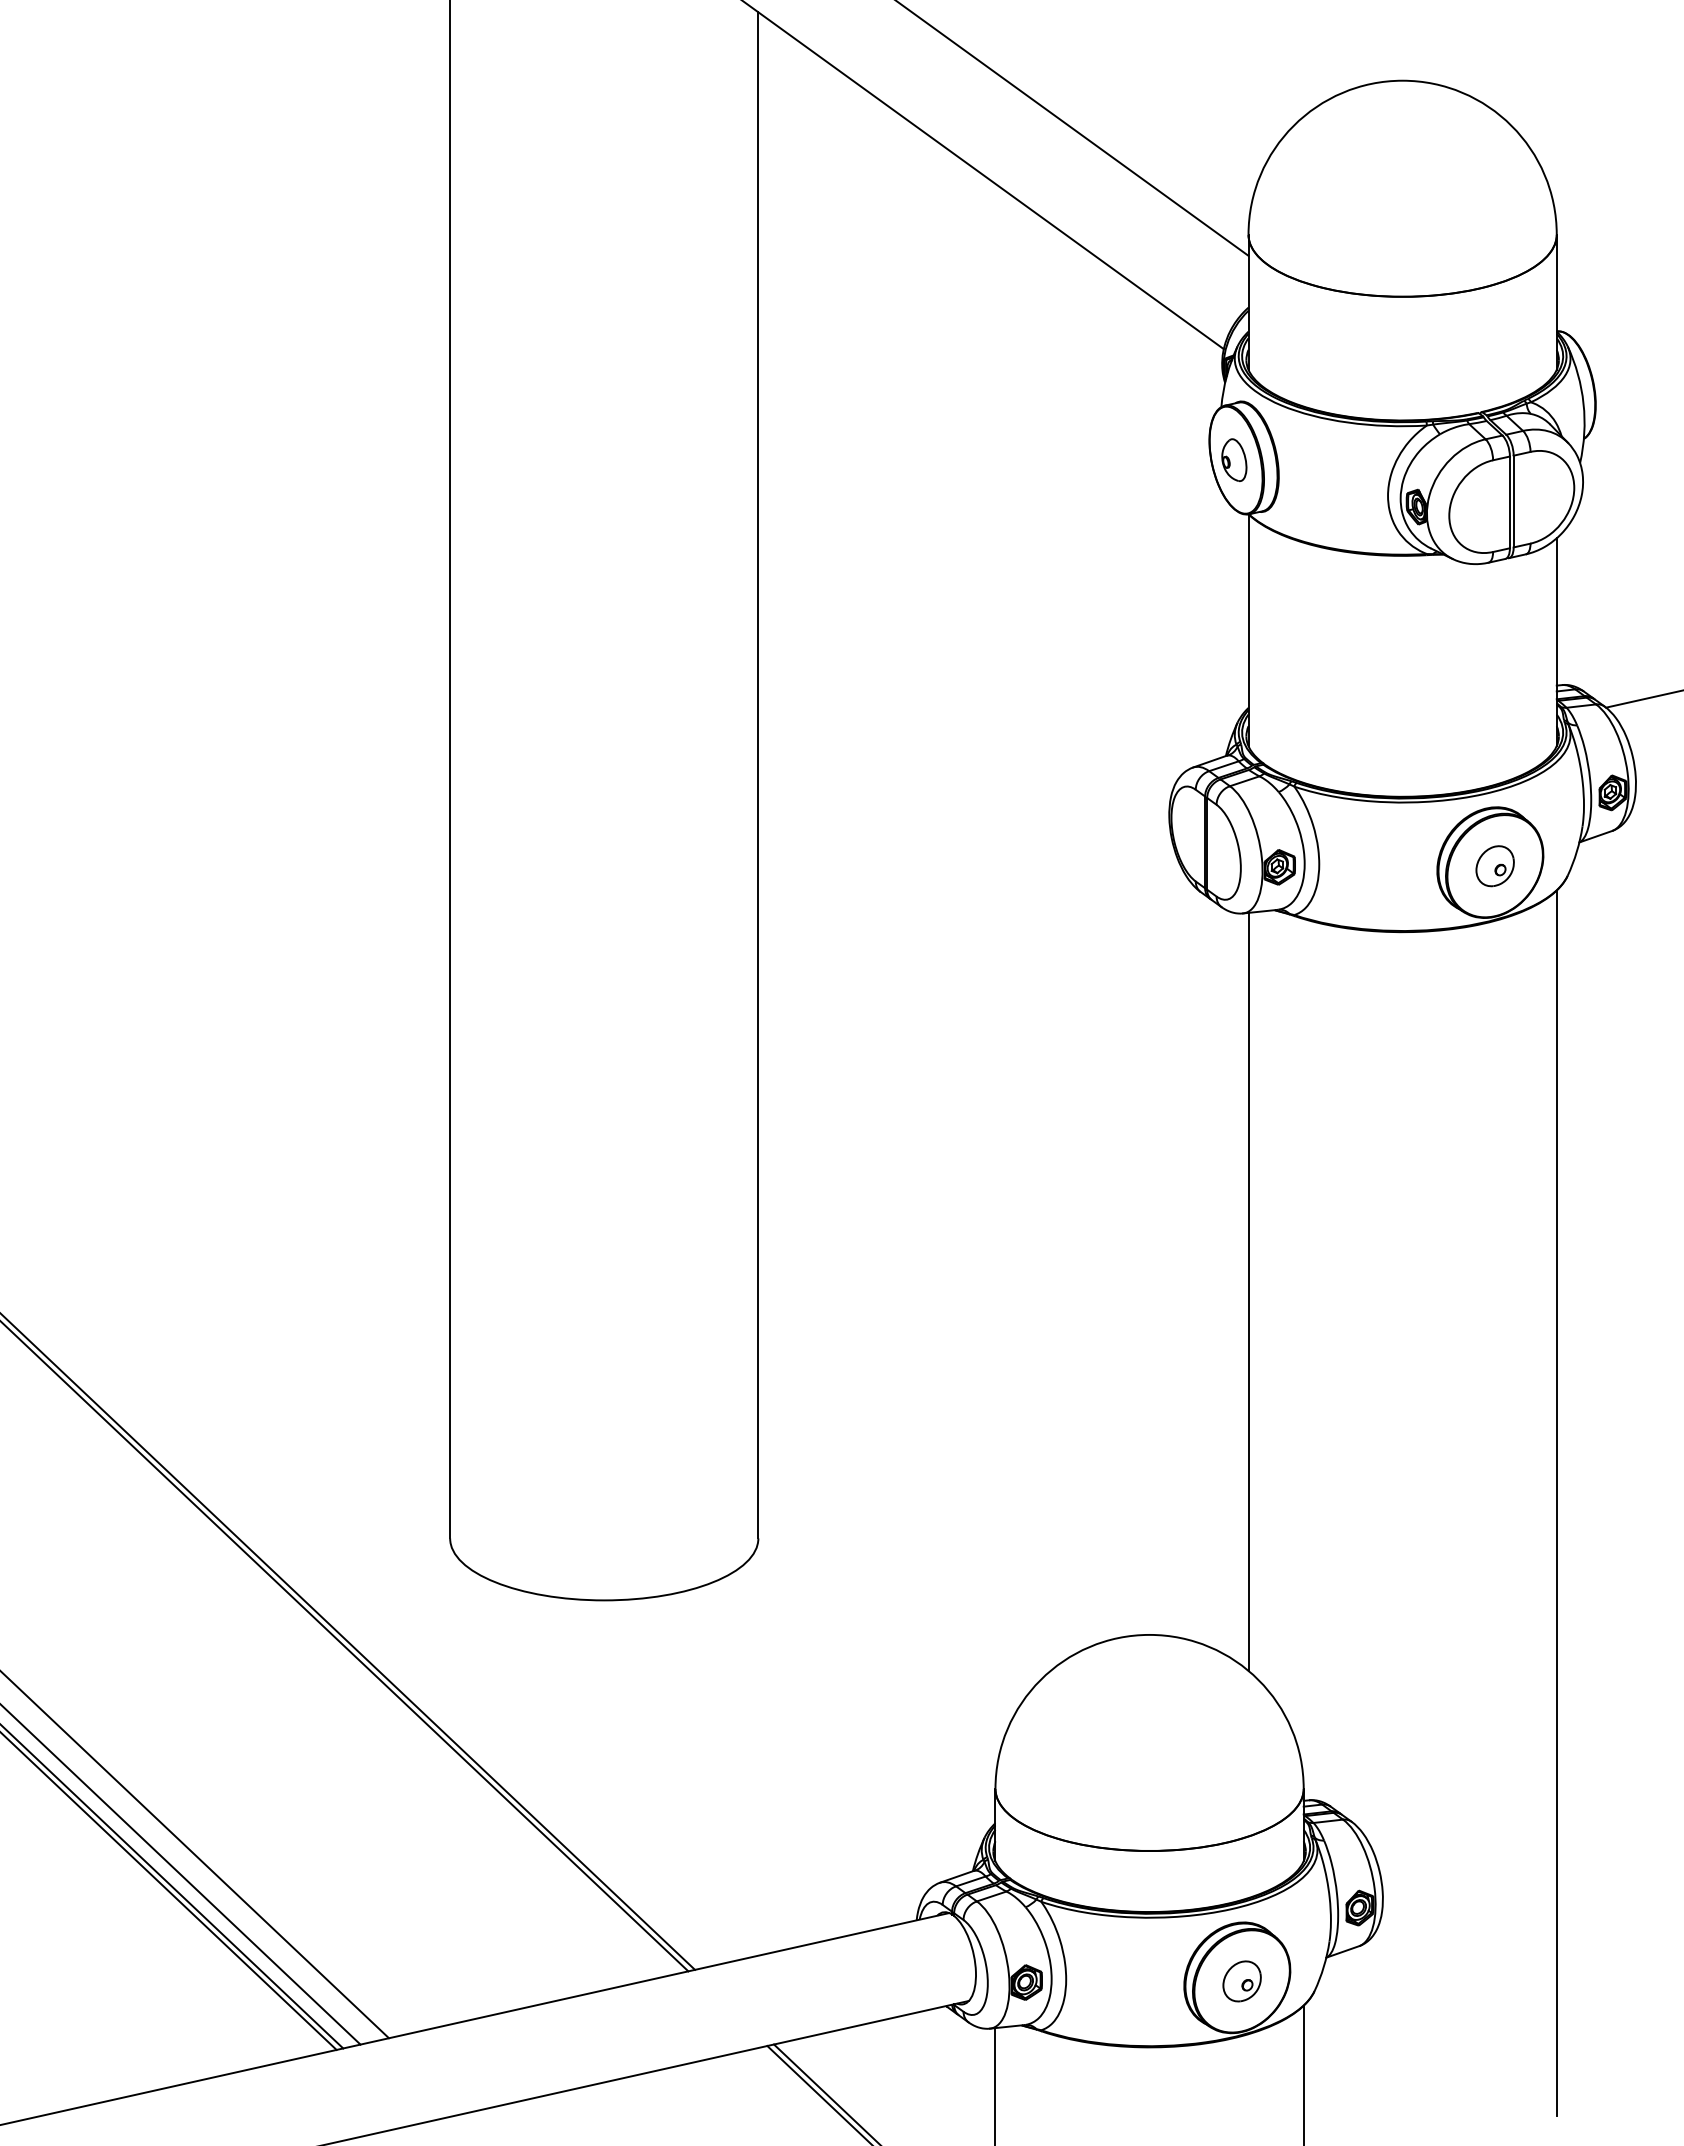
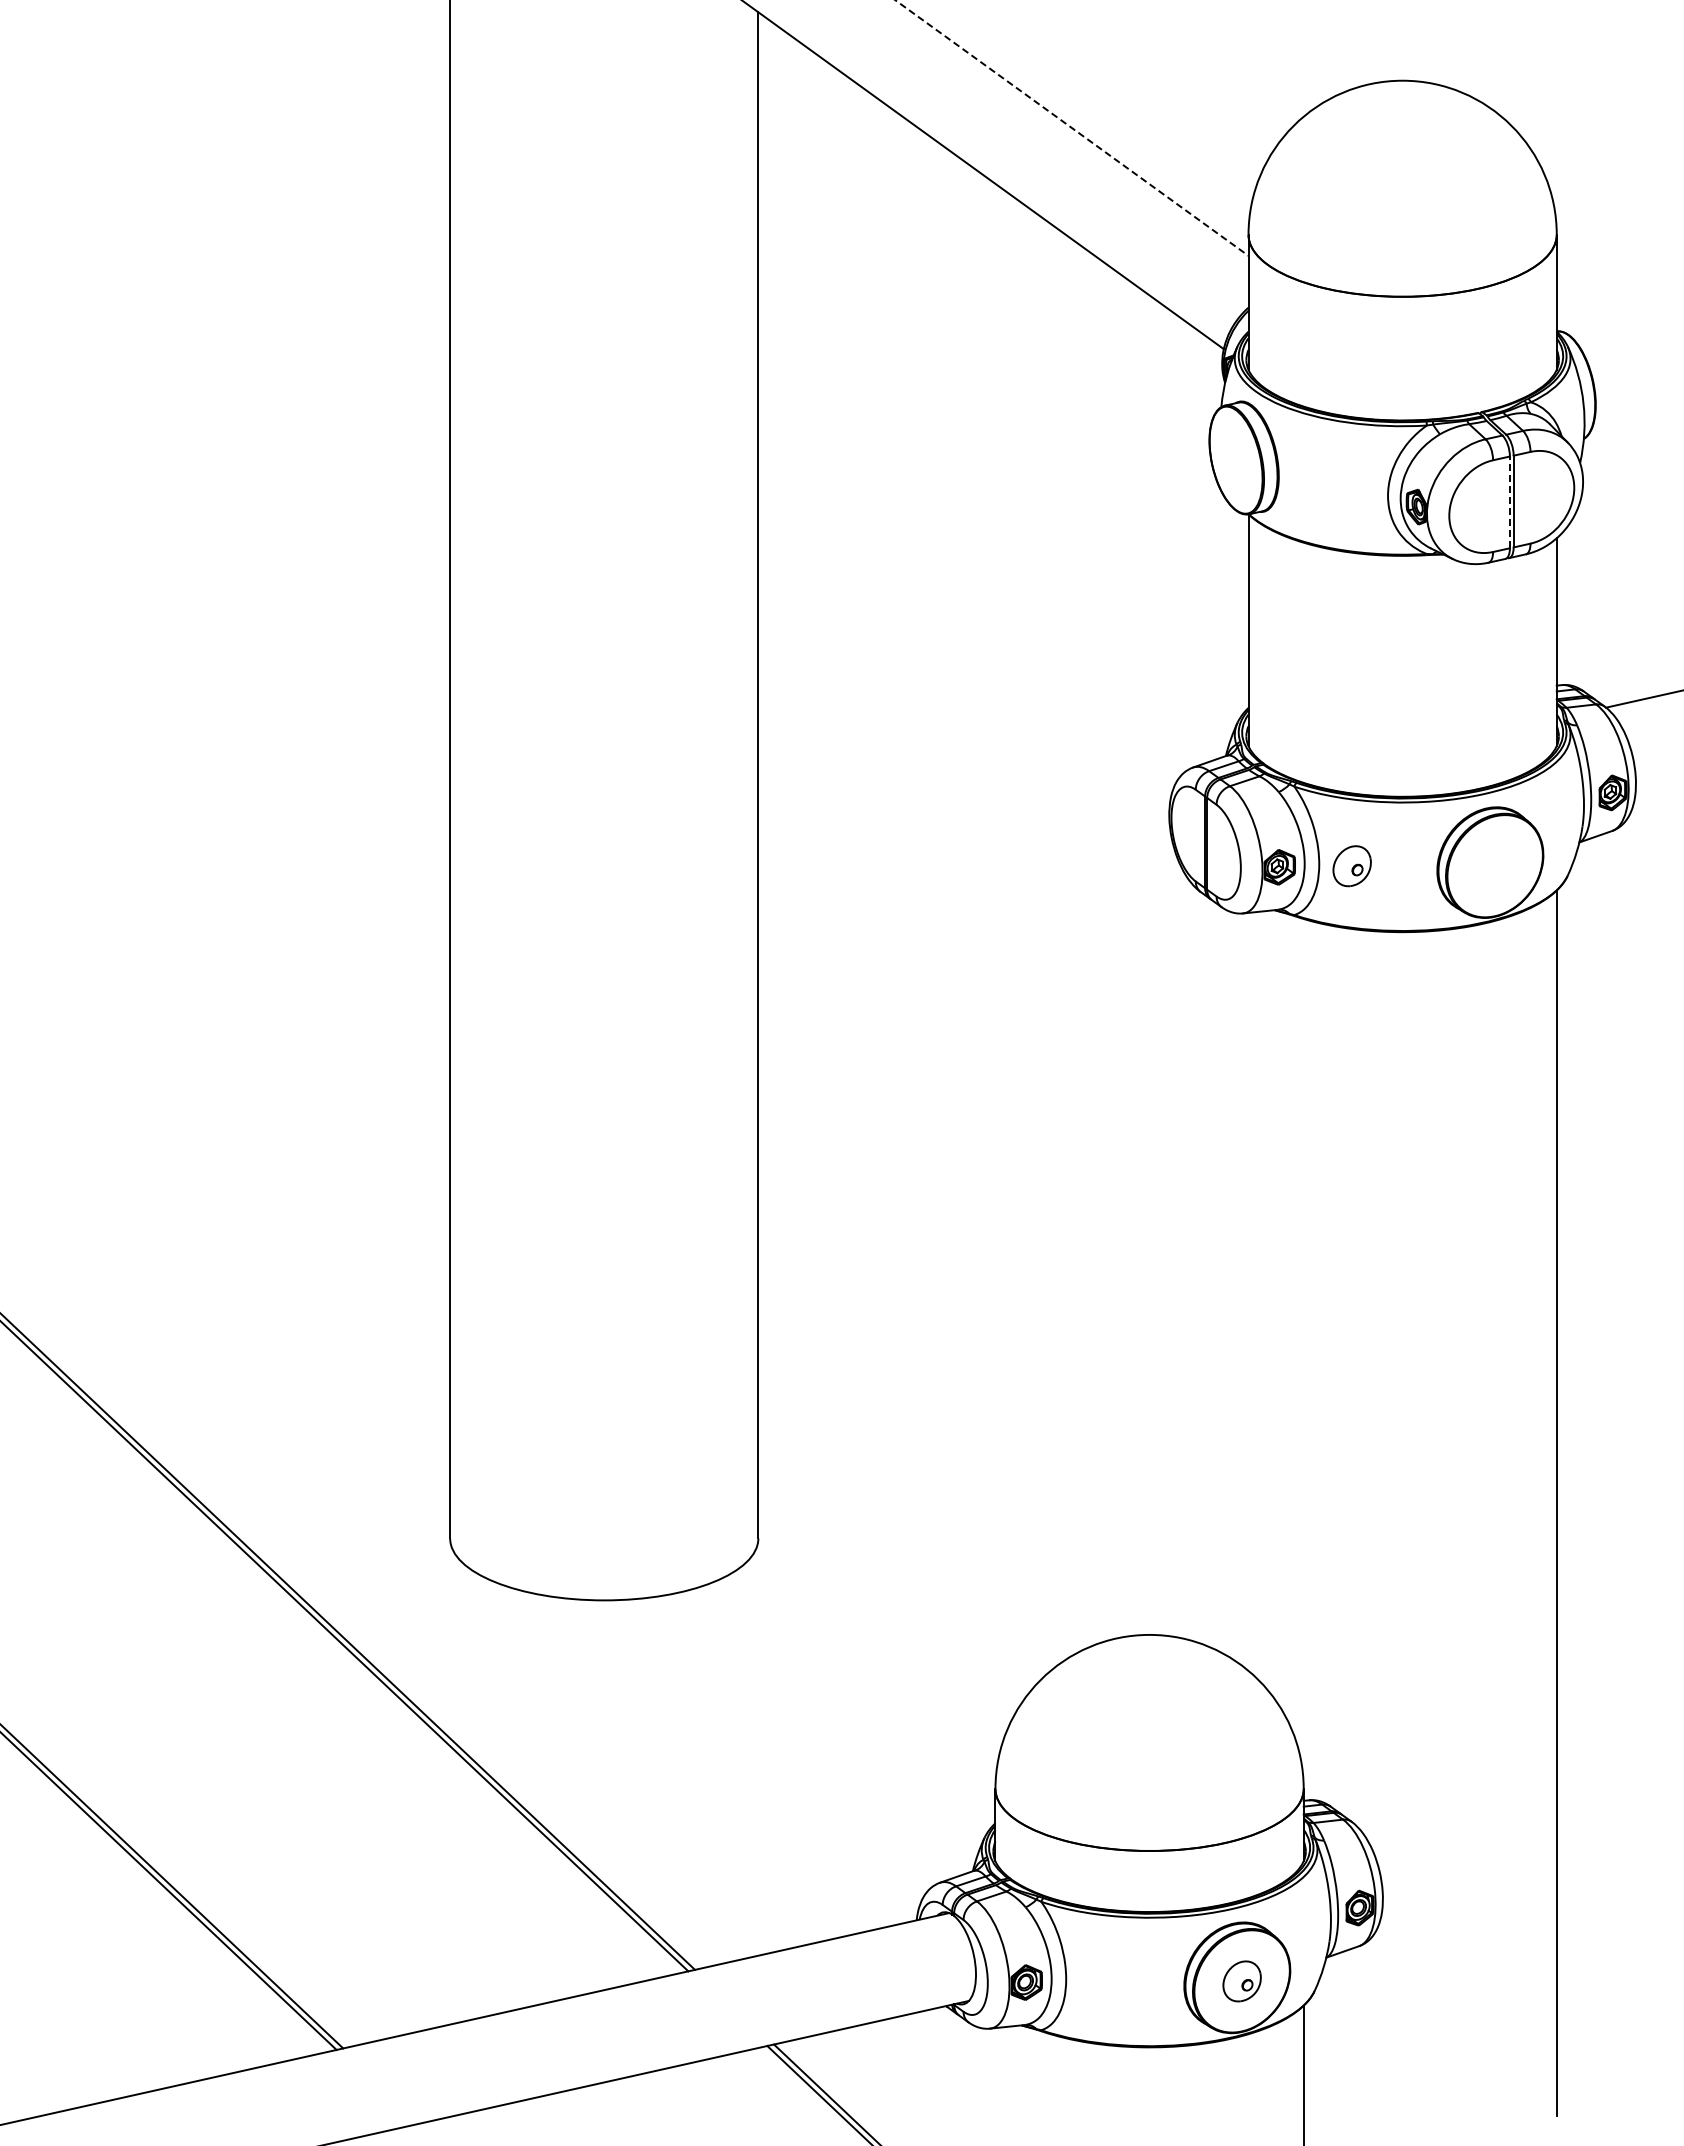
line at (1071, 128): solid -> dashed
part at (1234, 459): present -> none
line at (1509, 502): solid -> dashed
part at (1494, 866) position: (1494, 866) -> (1351, 866)
line at (1248, 1291): present -> none
line at (195, 1855): present -> none
line at (181, 1874): present -> none
line at (995, 2085): present -> none
